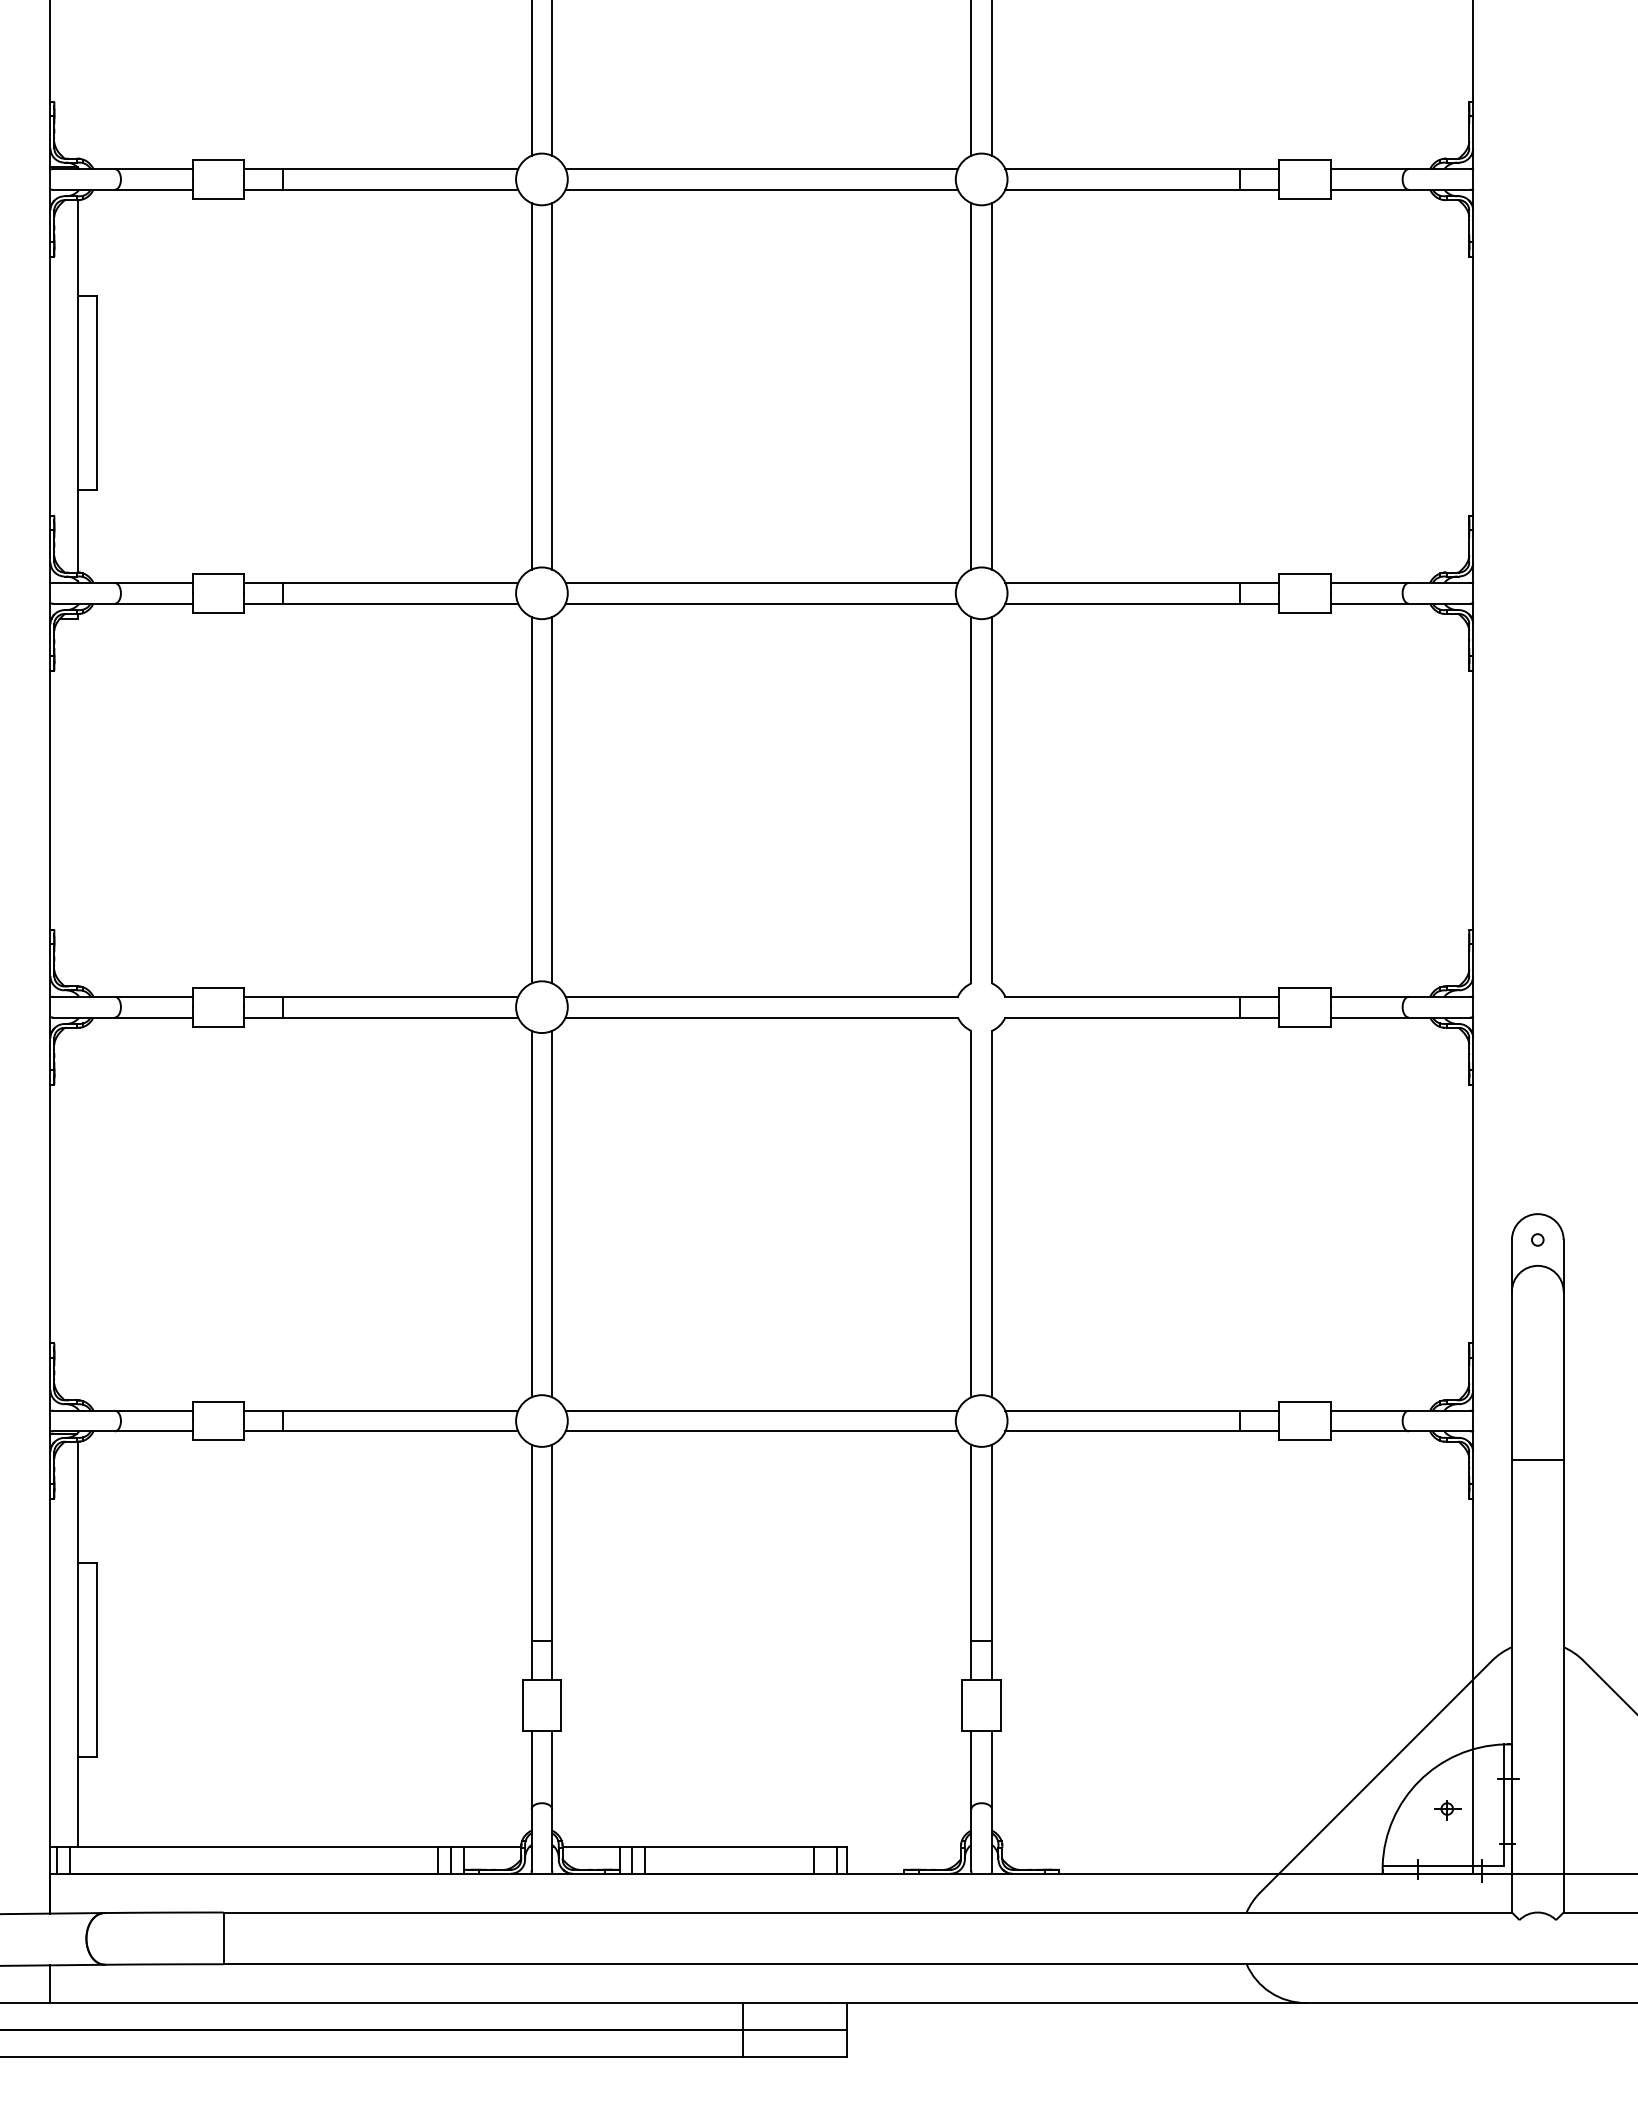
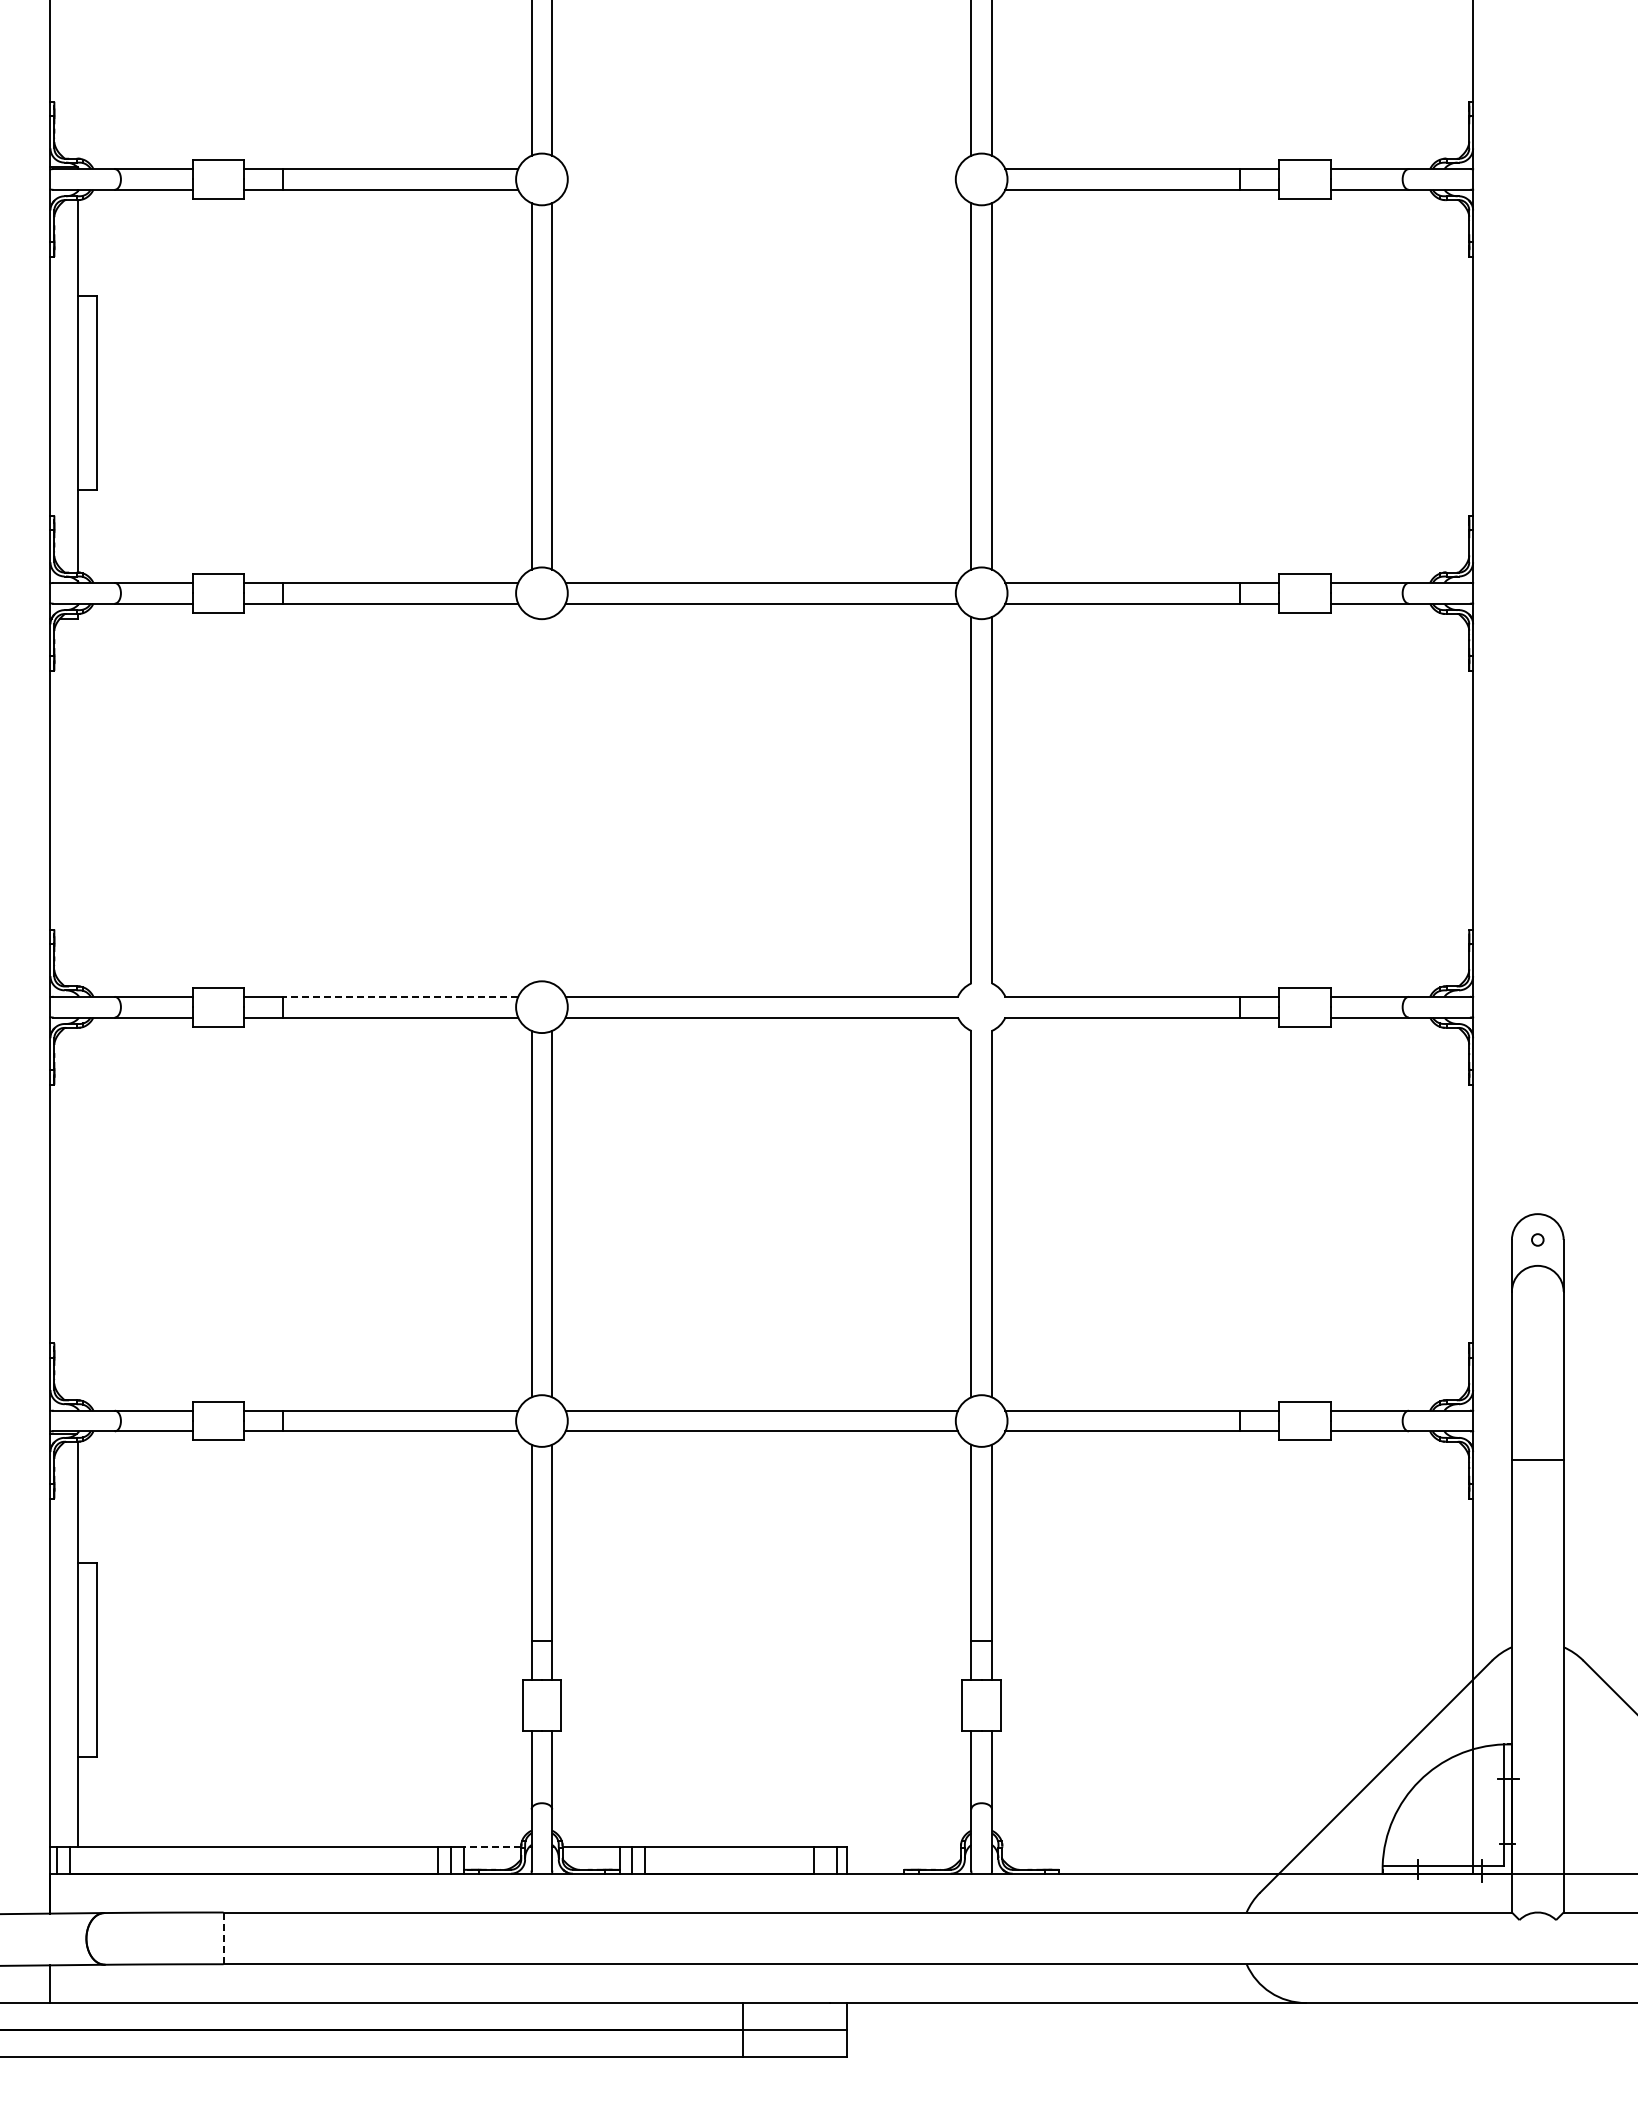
line at (761, 169): present -> none
line at (761, 189): present -> none
line at (531, 800): present -> none
line at (552, 800): present -> none
line at (400, 996): solid -> dashed
part at (1447, 1810): present -> none
line at (492, 1846): solid -> dashed
line at (223, 1938): solid -> dashed
